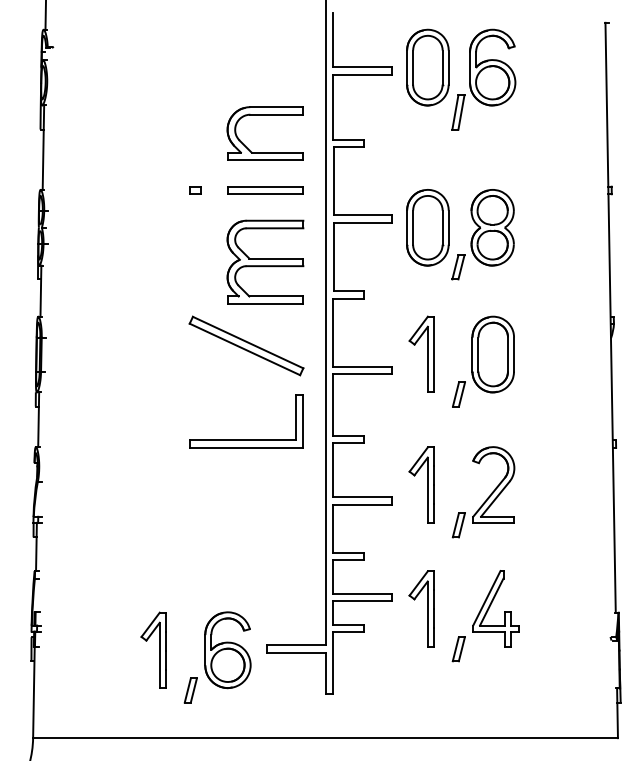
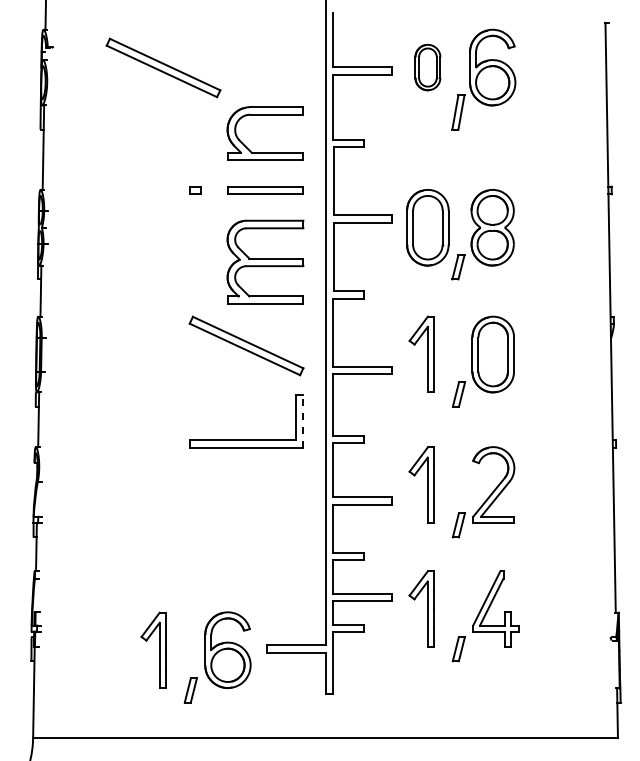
part at (163, 67): none -> present
part at (427, 67) size: 44x79 px -> 28x48 px
line at (303, 421): solid -> dashed
